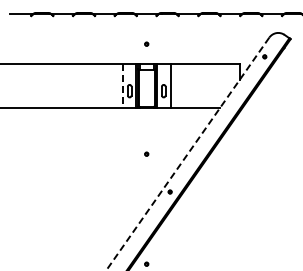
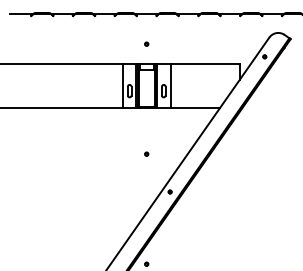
line at (122, 86): dashed -> solid
line at (187, 154): dashed -> solid
